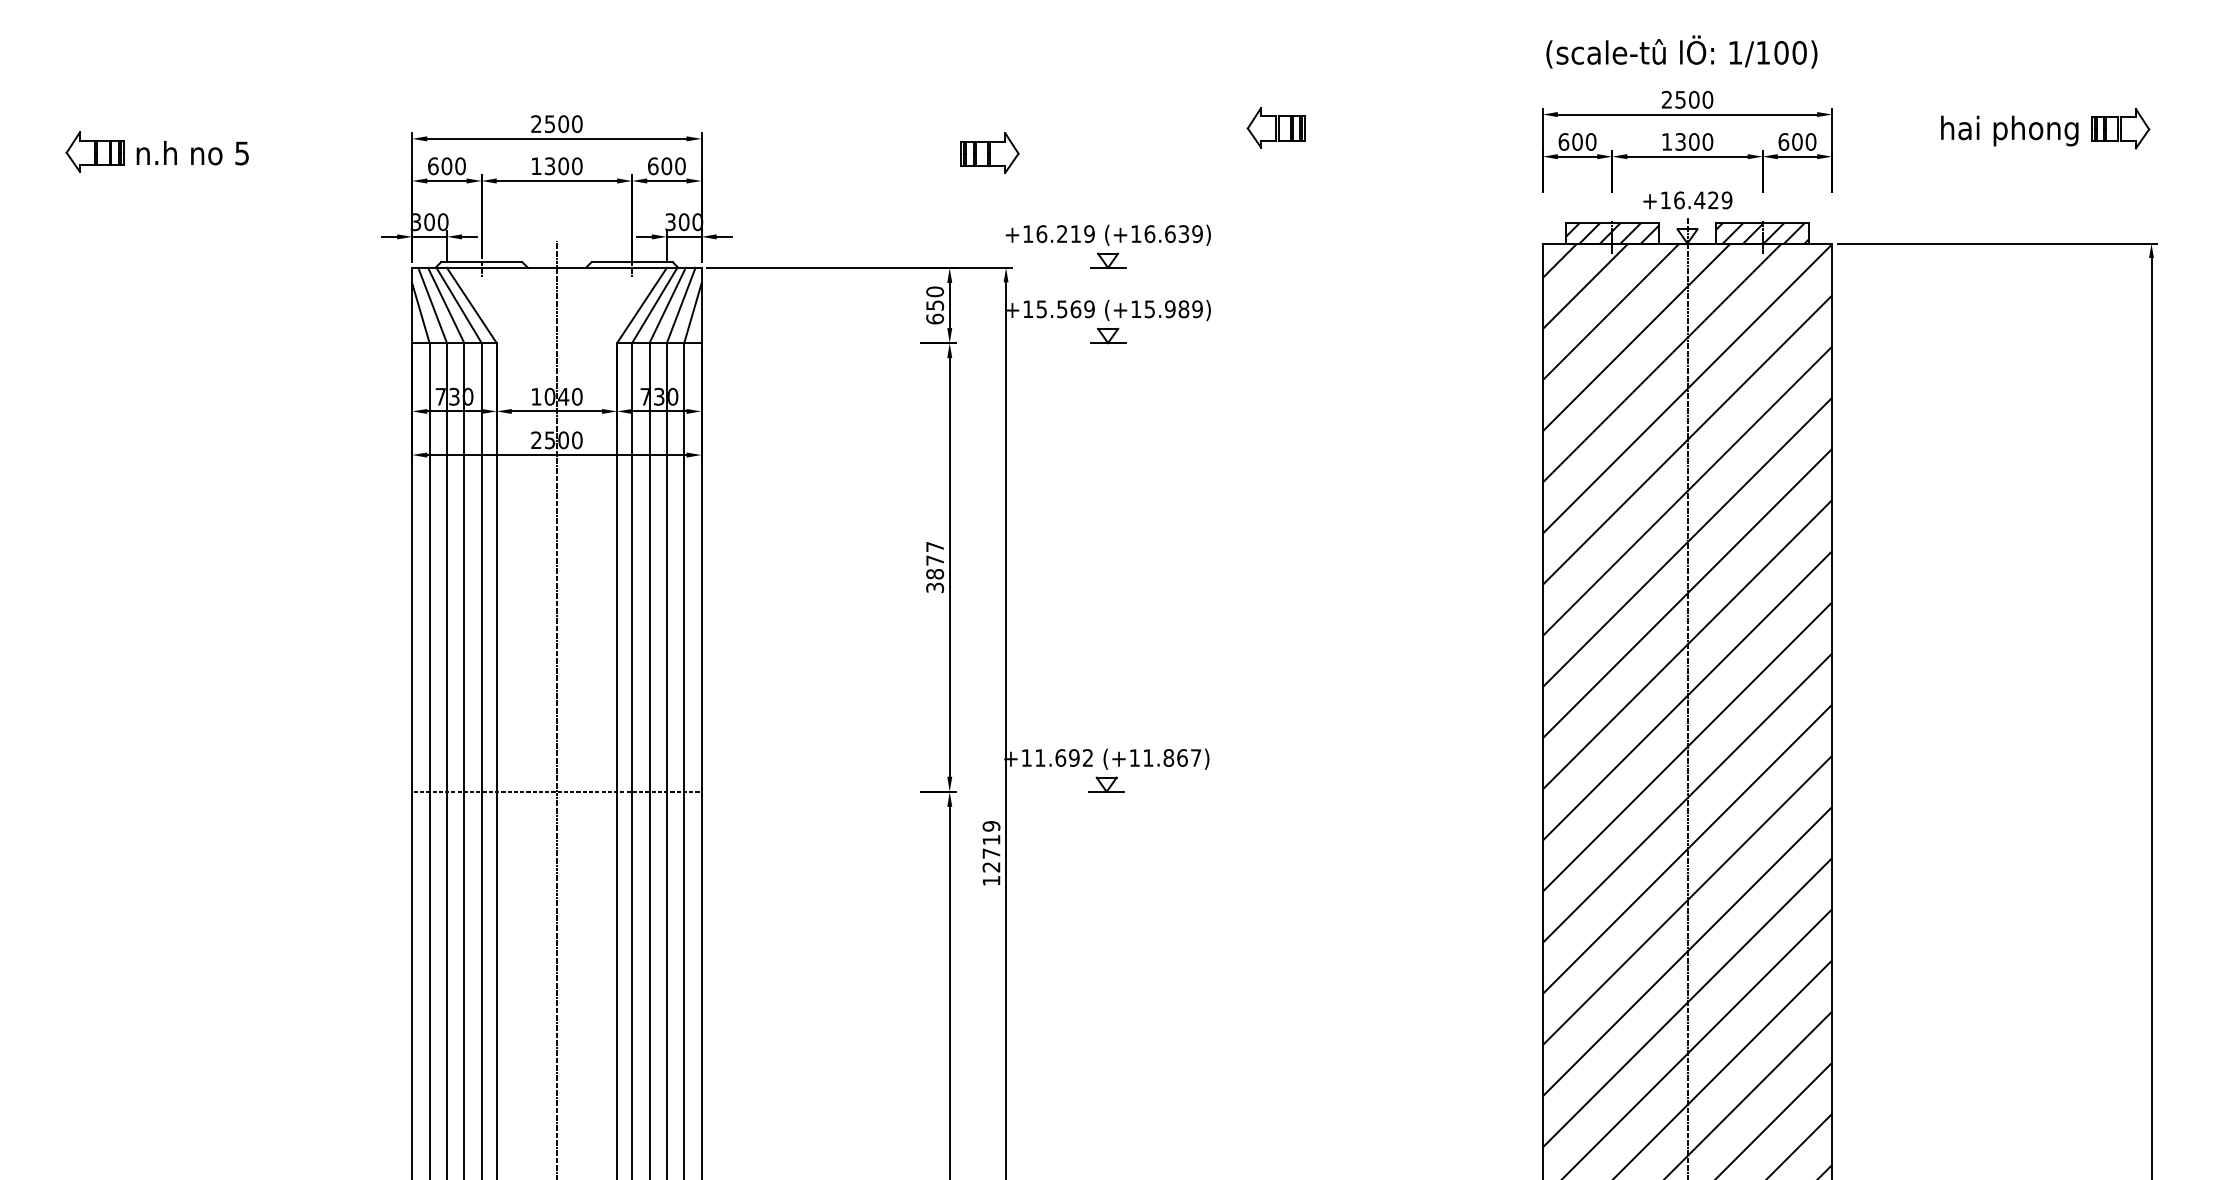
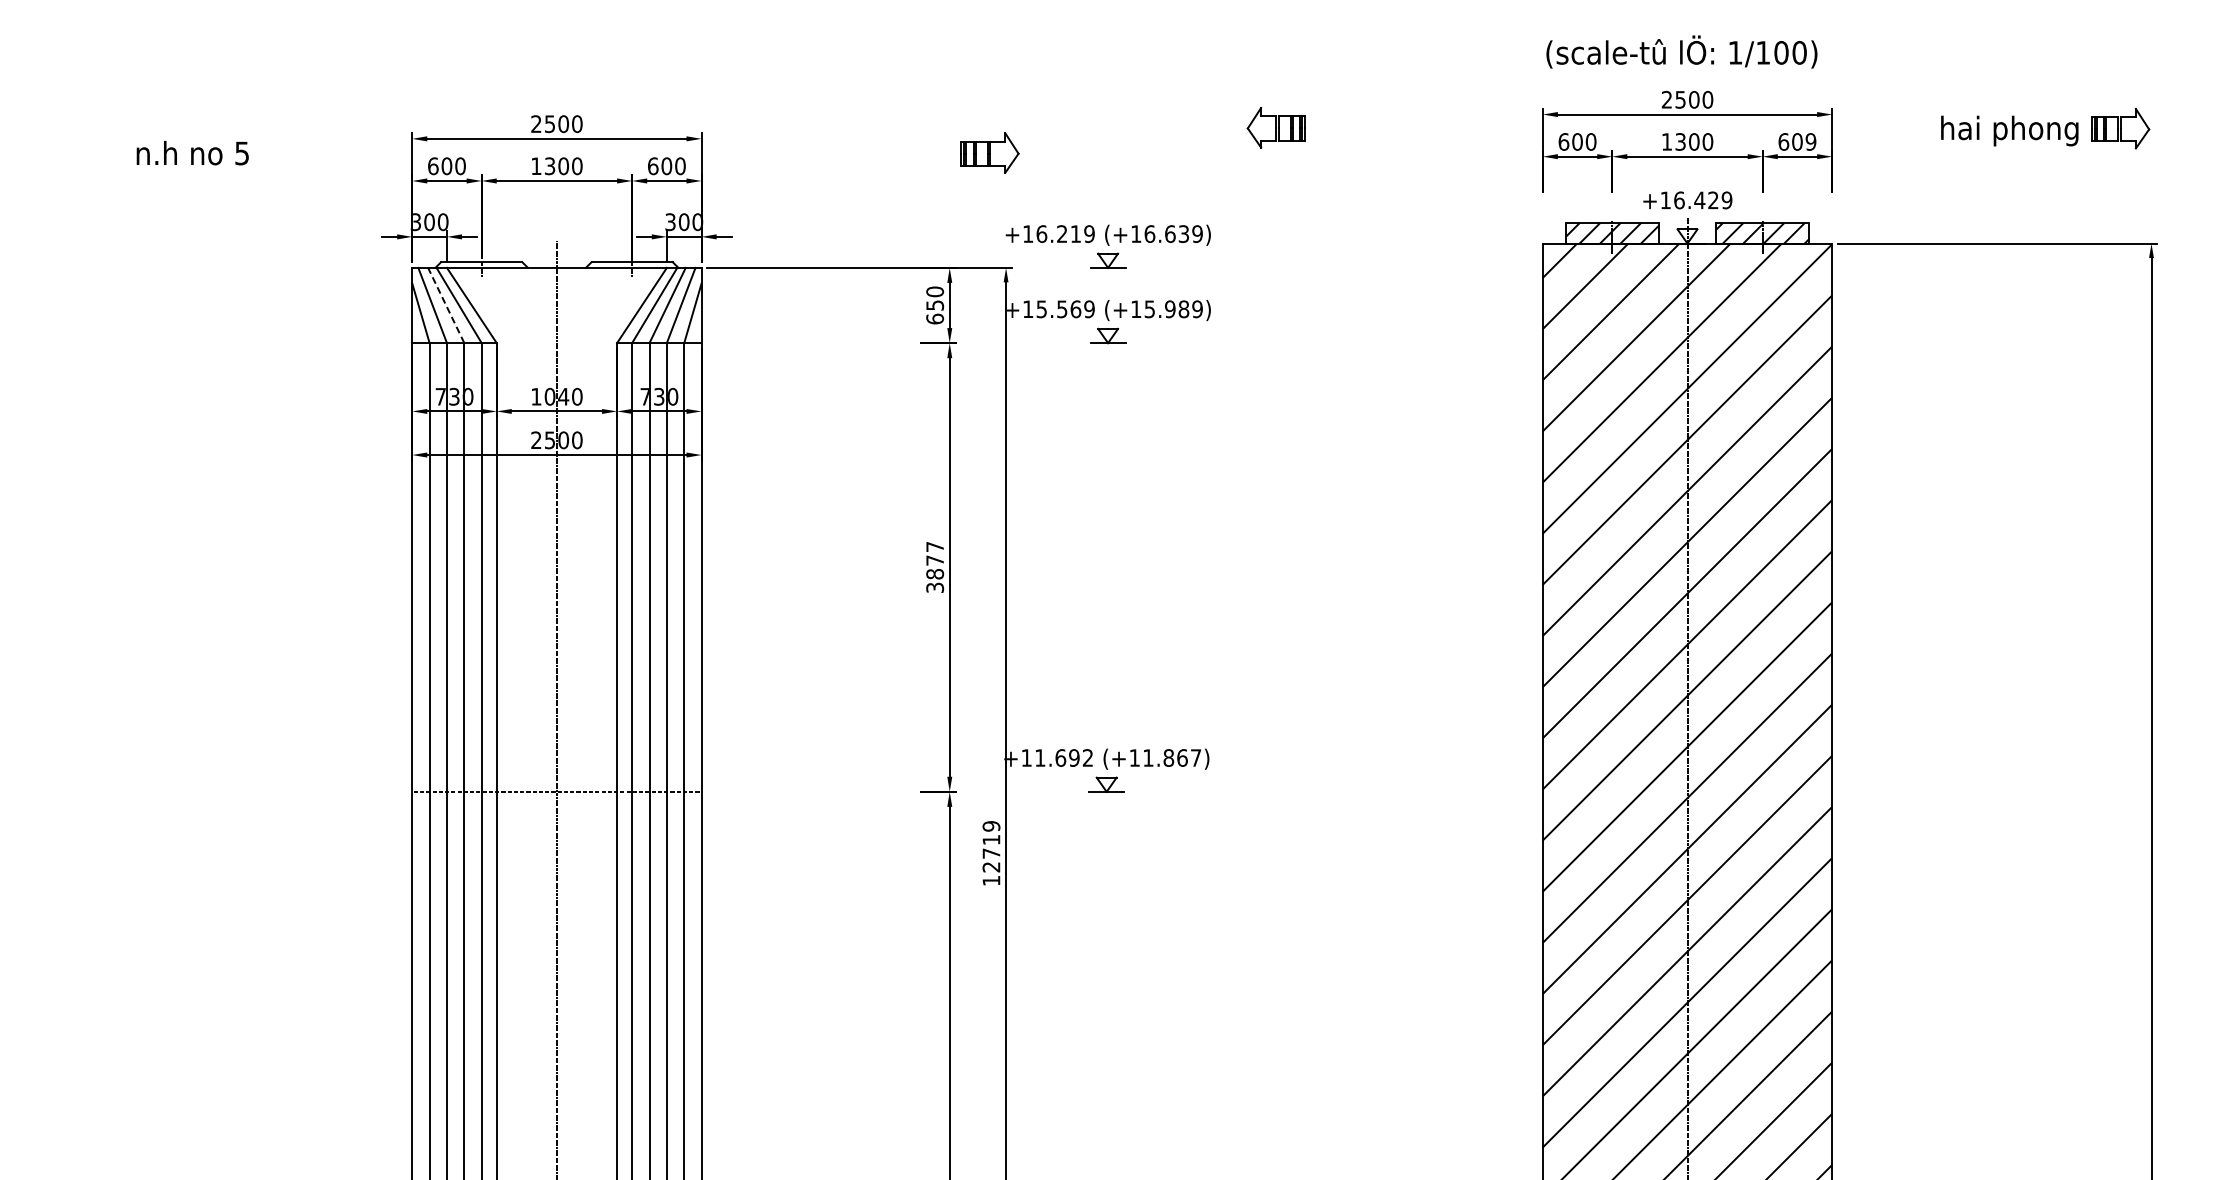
text at (1810, 141): 600 -> 609
part at (94, 151): present -> none
line at (446, 305): solid -> dashed
